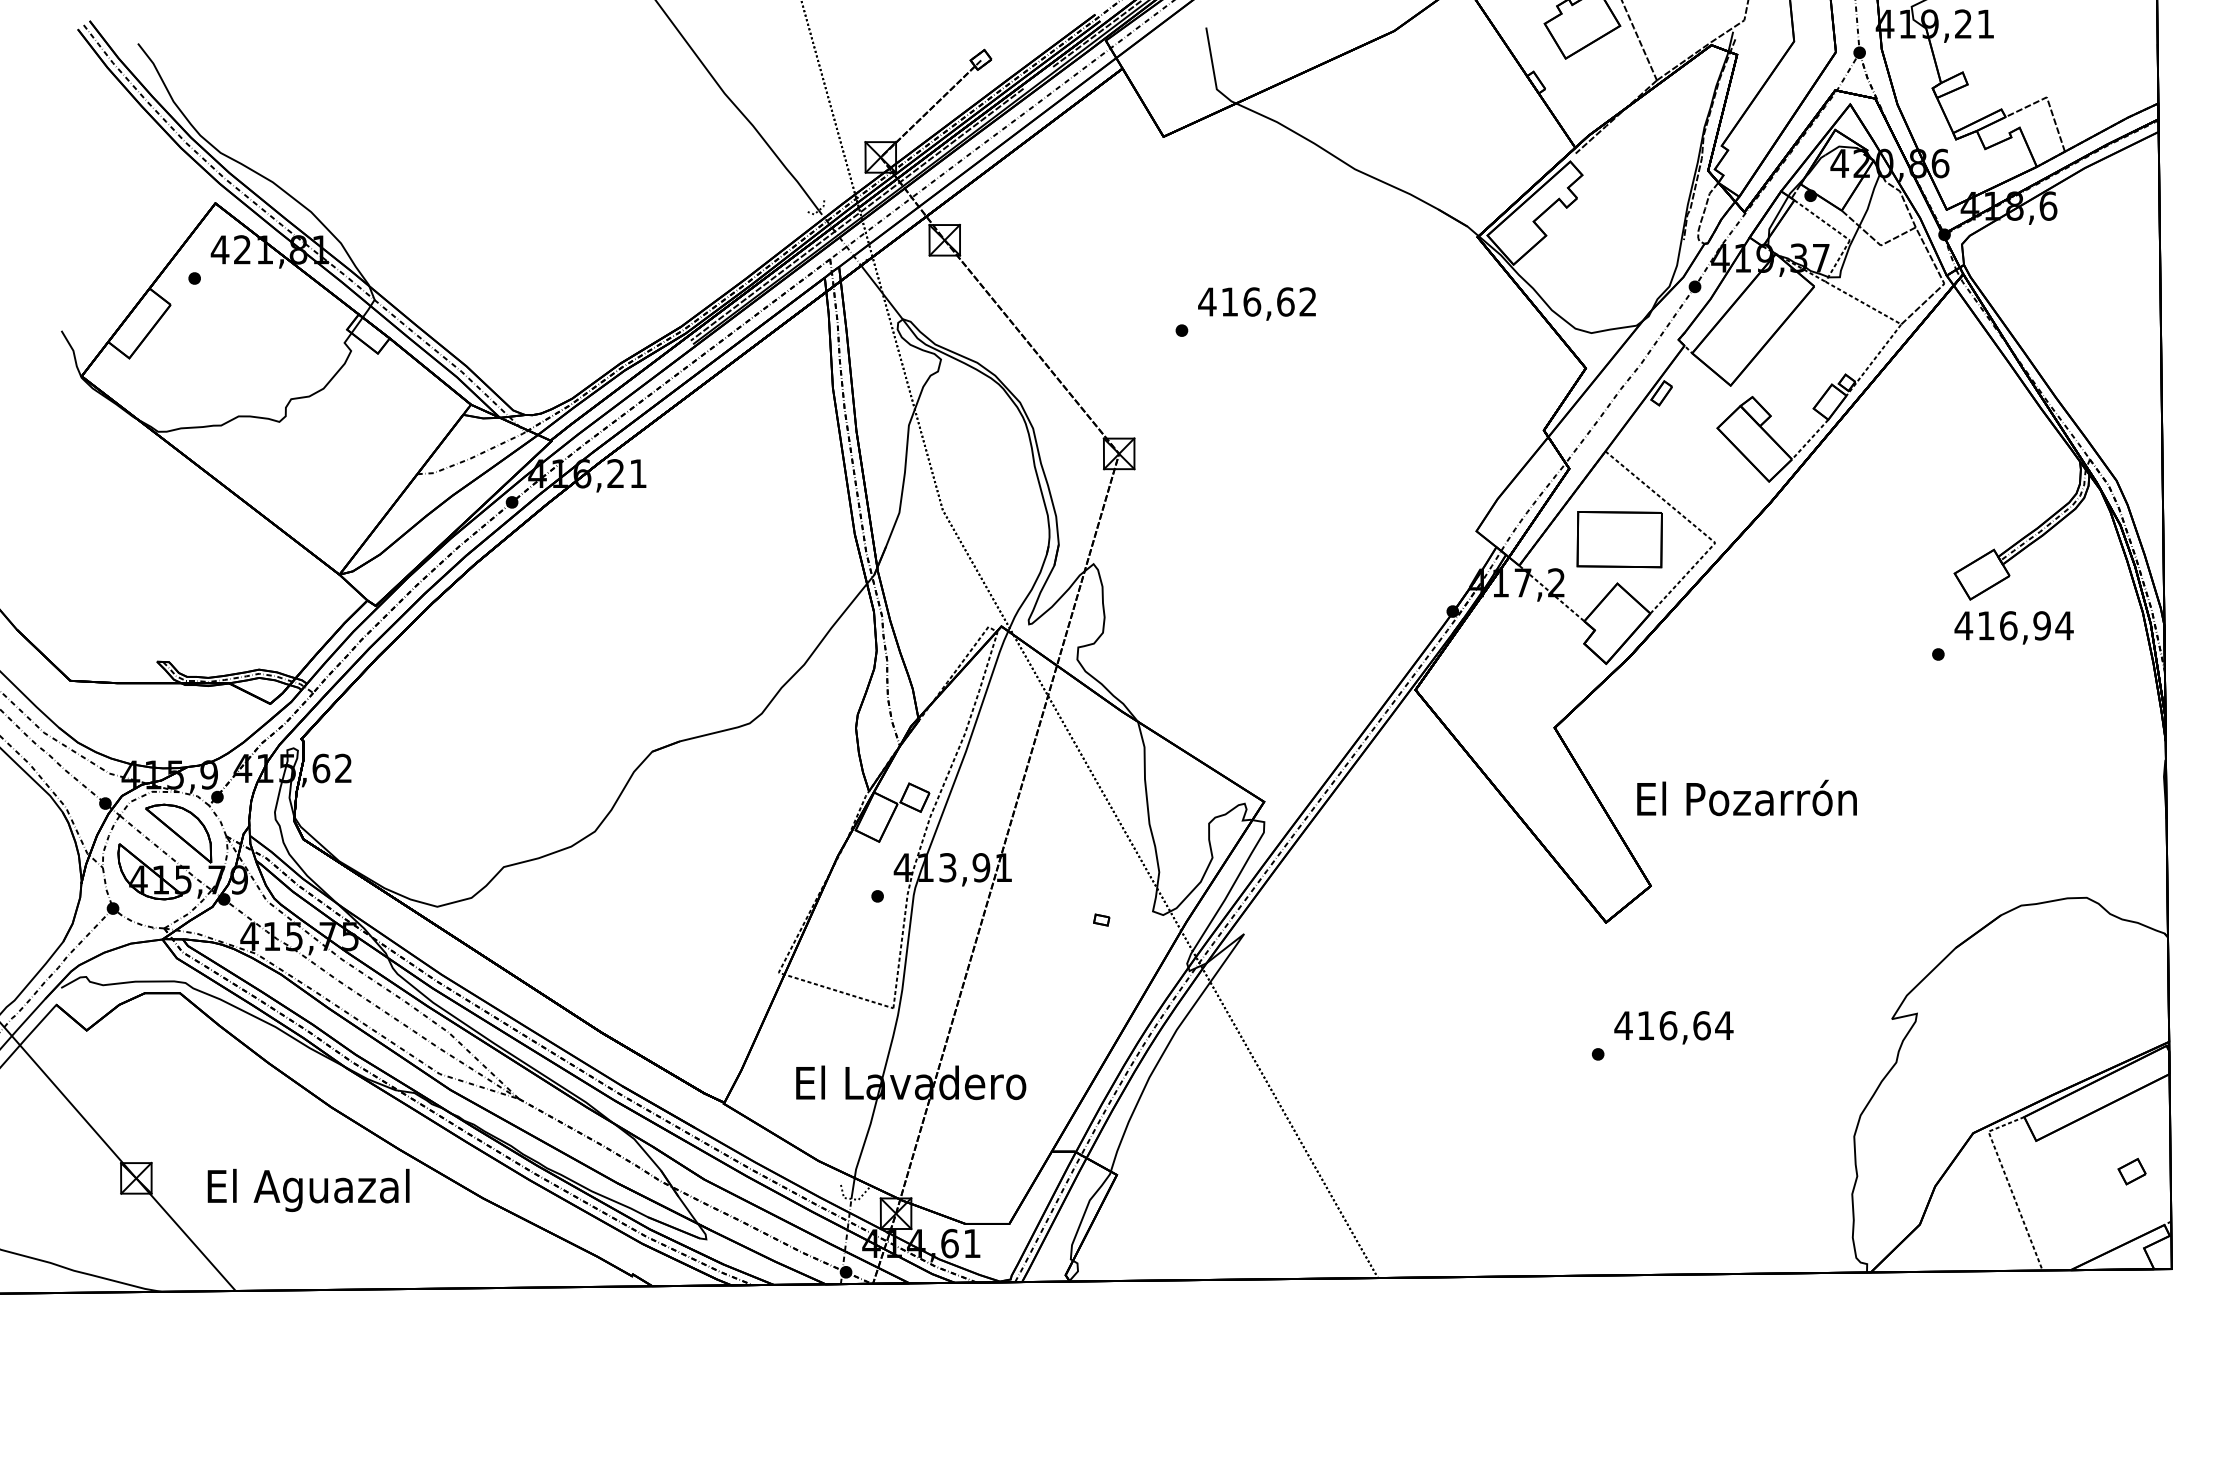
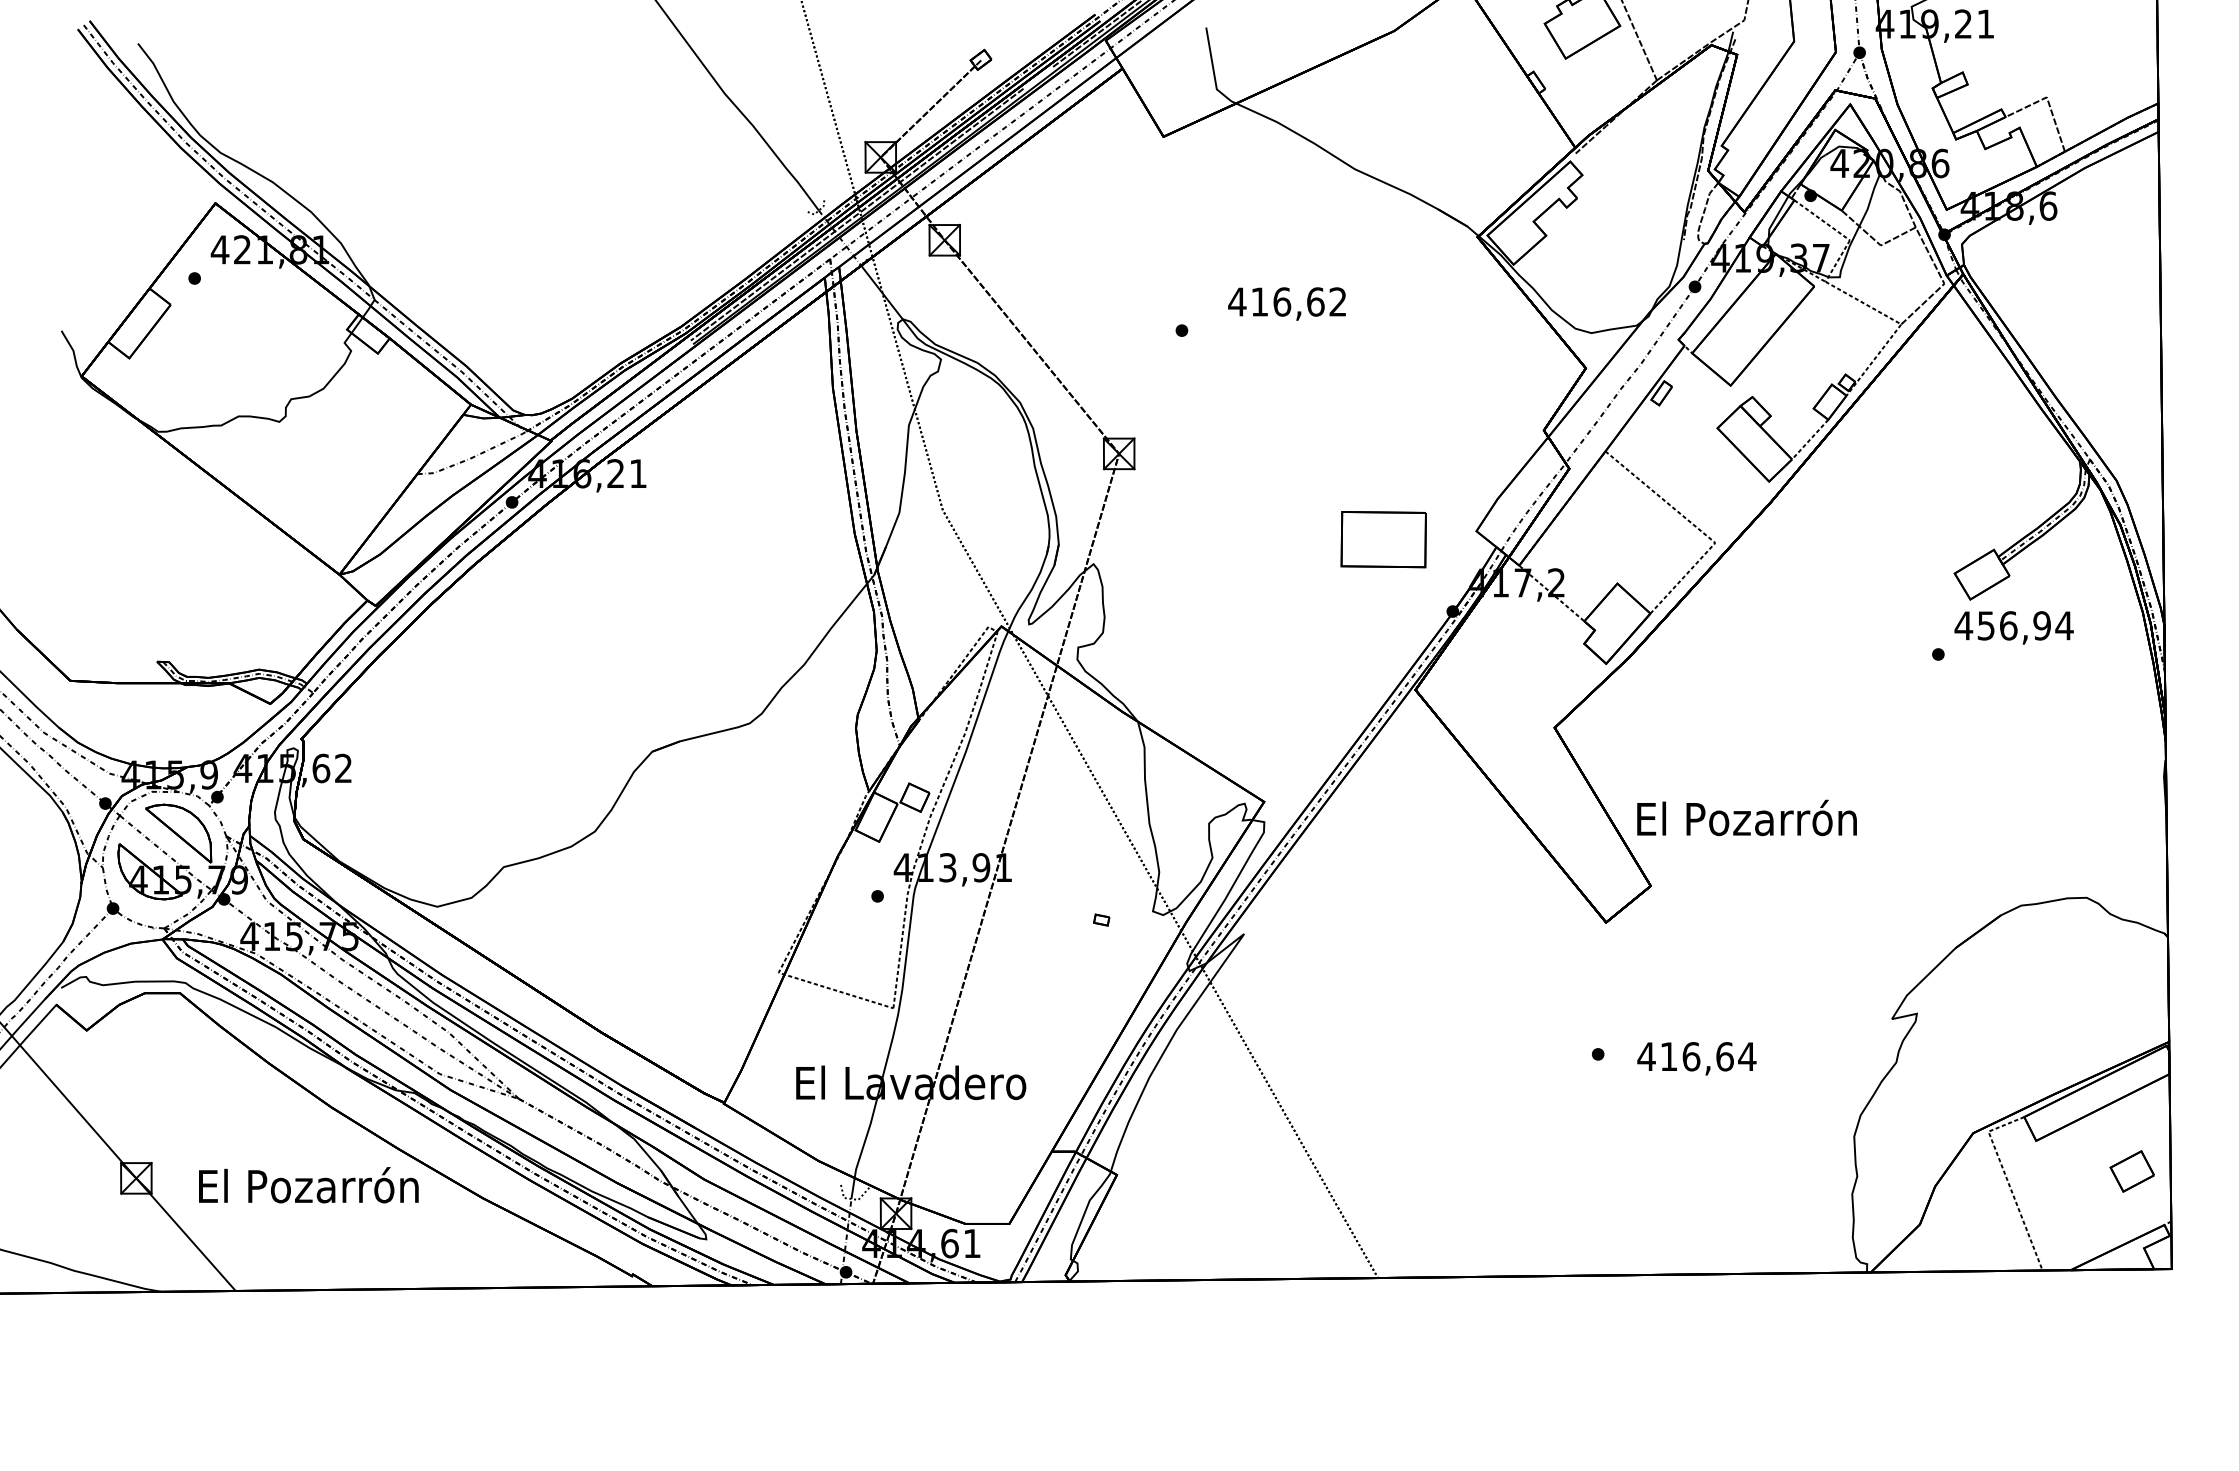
text at (1256, 303) position: (1256, 303) -> (1286, 303)
part at (1619, 539) position: (1619, 539) -> (1383, 539)
text at (1985, 625): 416,94 -> 456,94
text at (1746, 797) position: (1746, 797) -> (1746, 817)
text at (1673, 1027) position: (1673, 1027) -> (1696, 1058)
part at (2131, 1171) size: 30x28 px -> 46x43 px
text at (308, 1189): El Aguazal -> El Pozarrón
